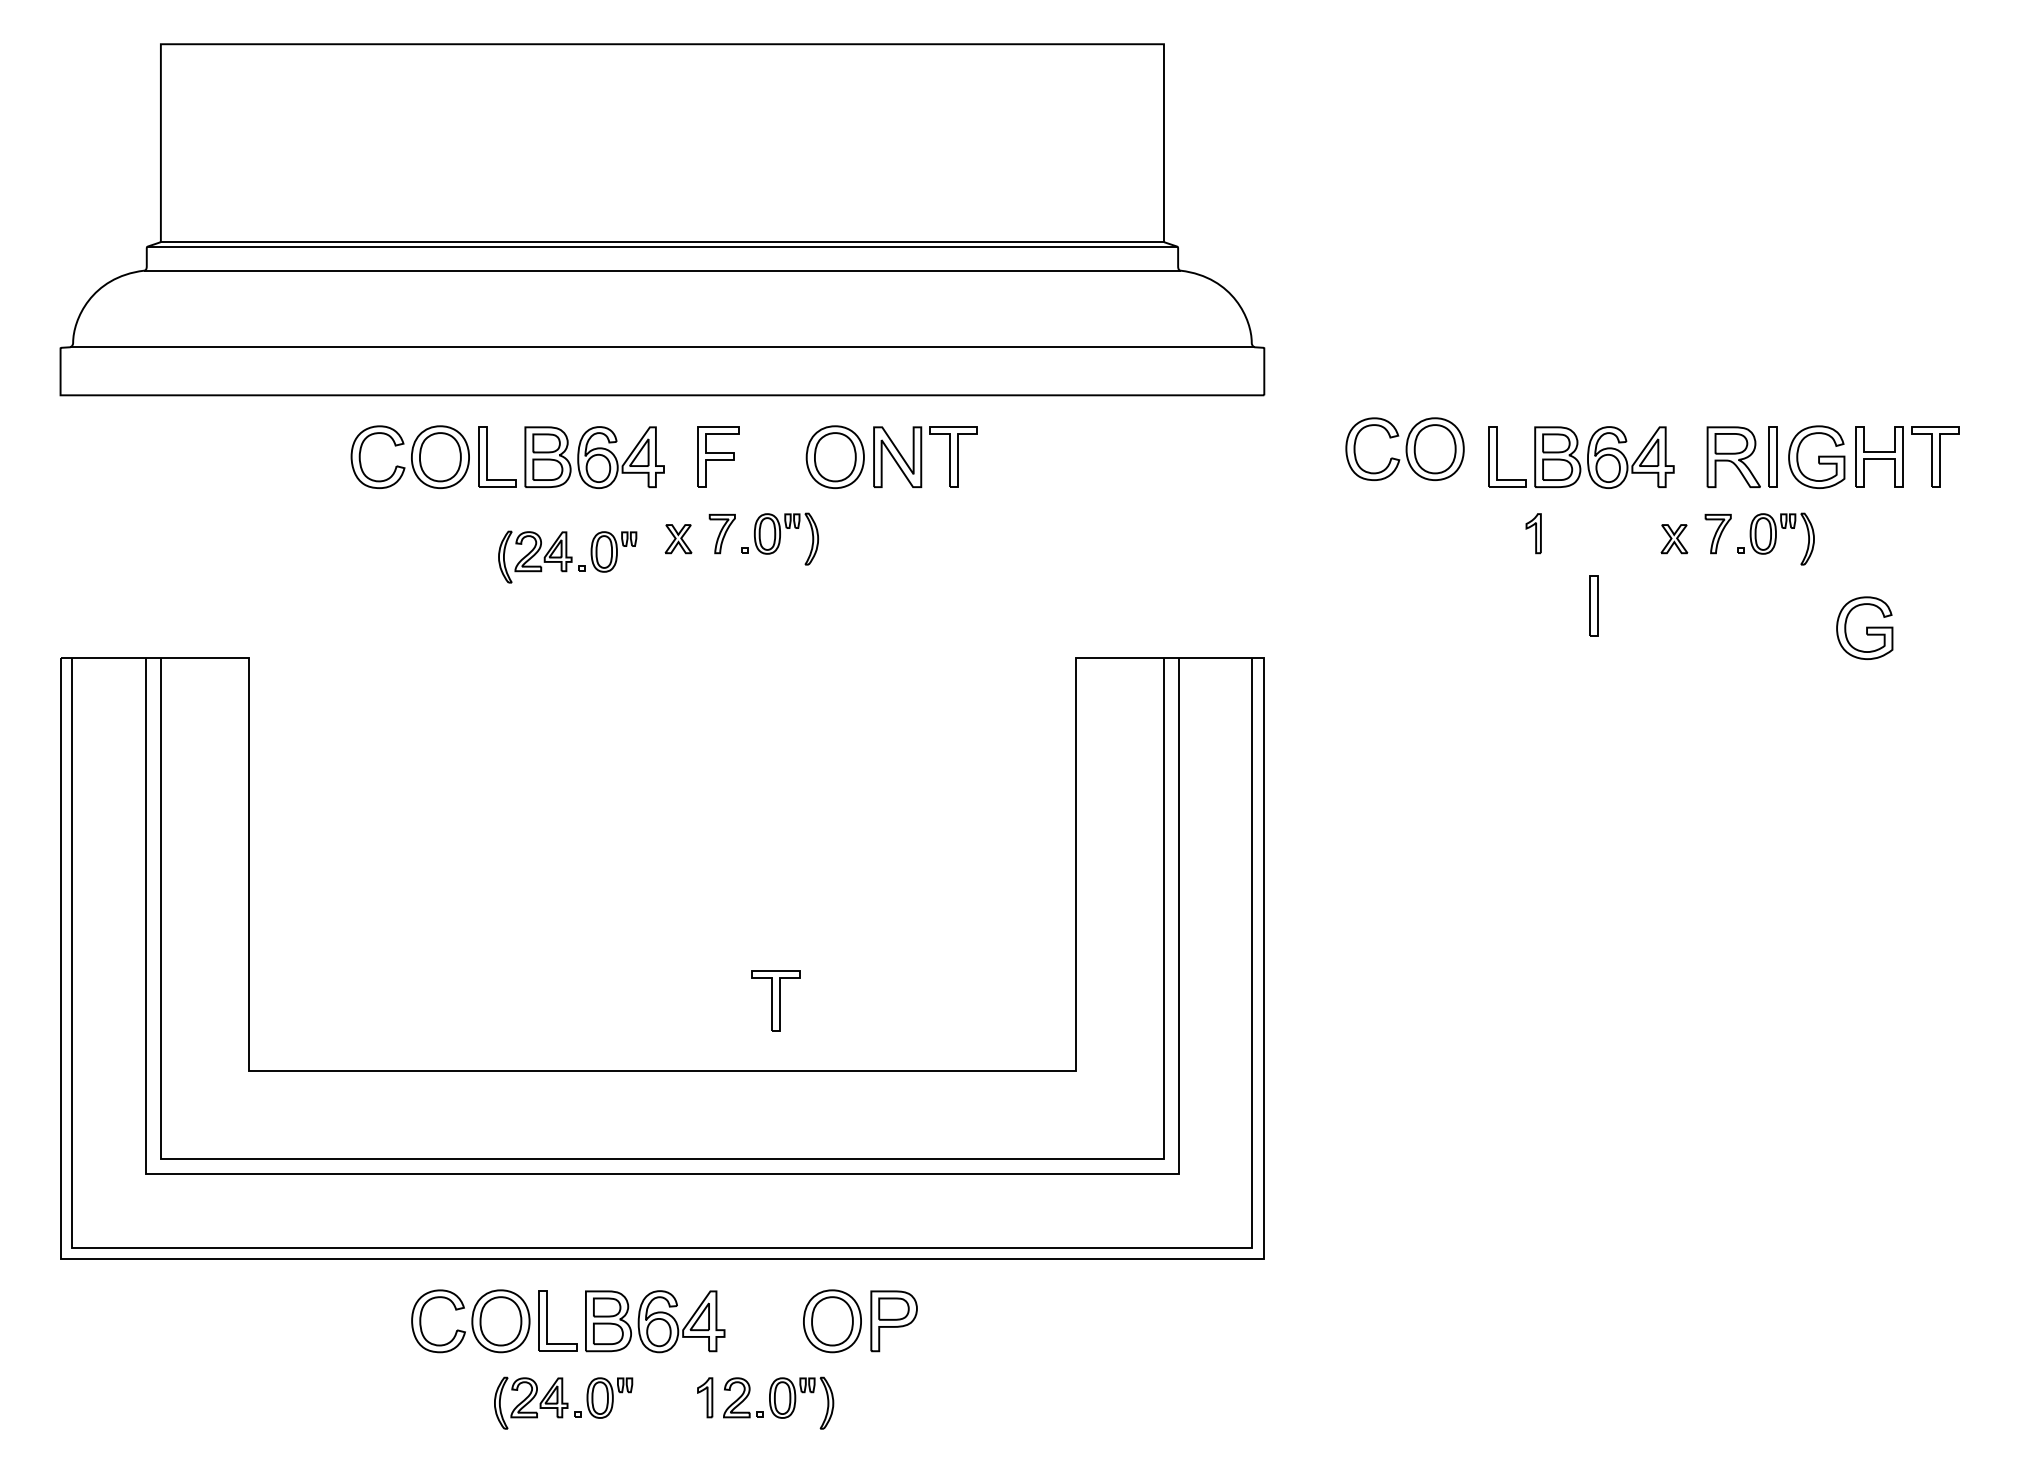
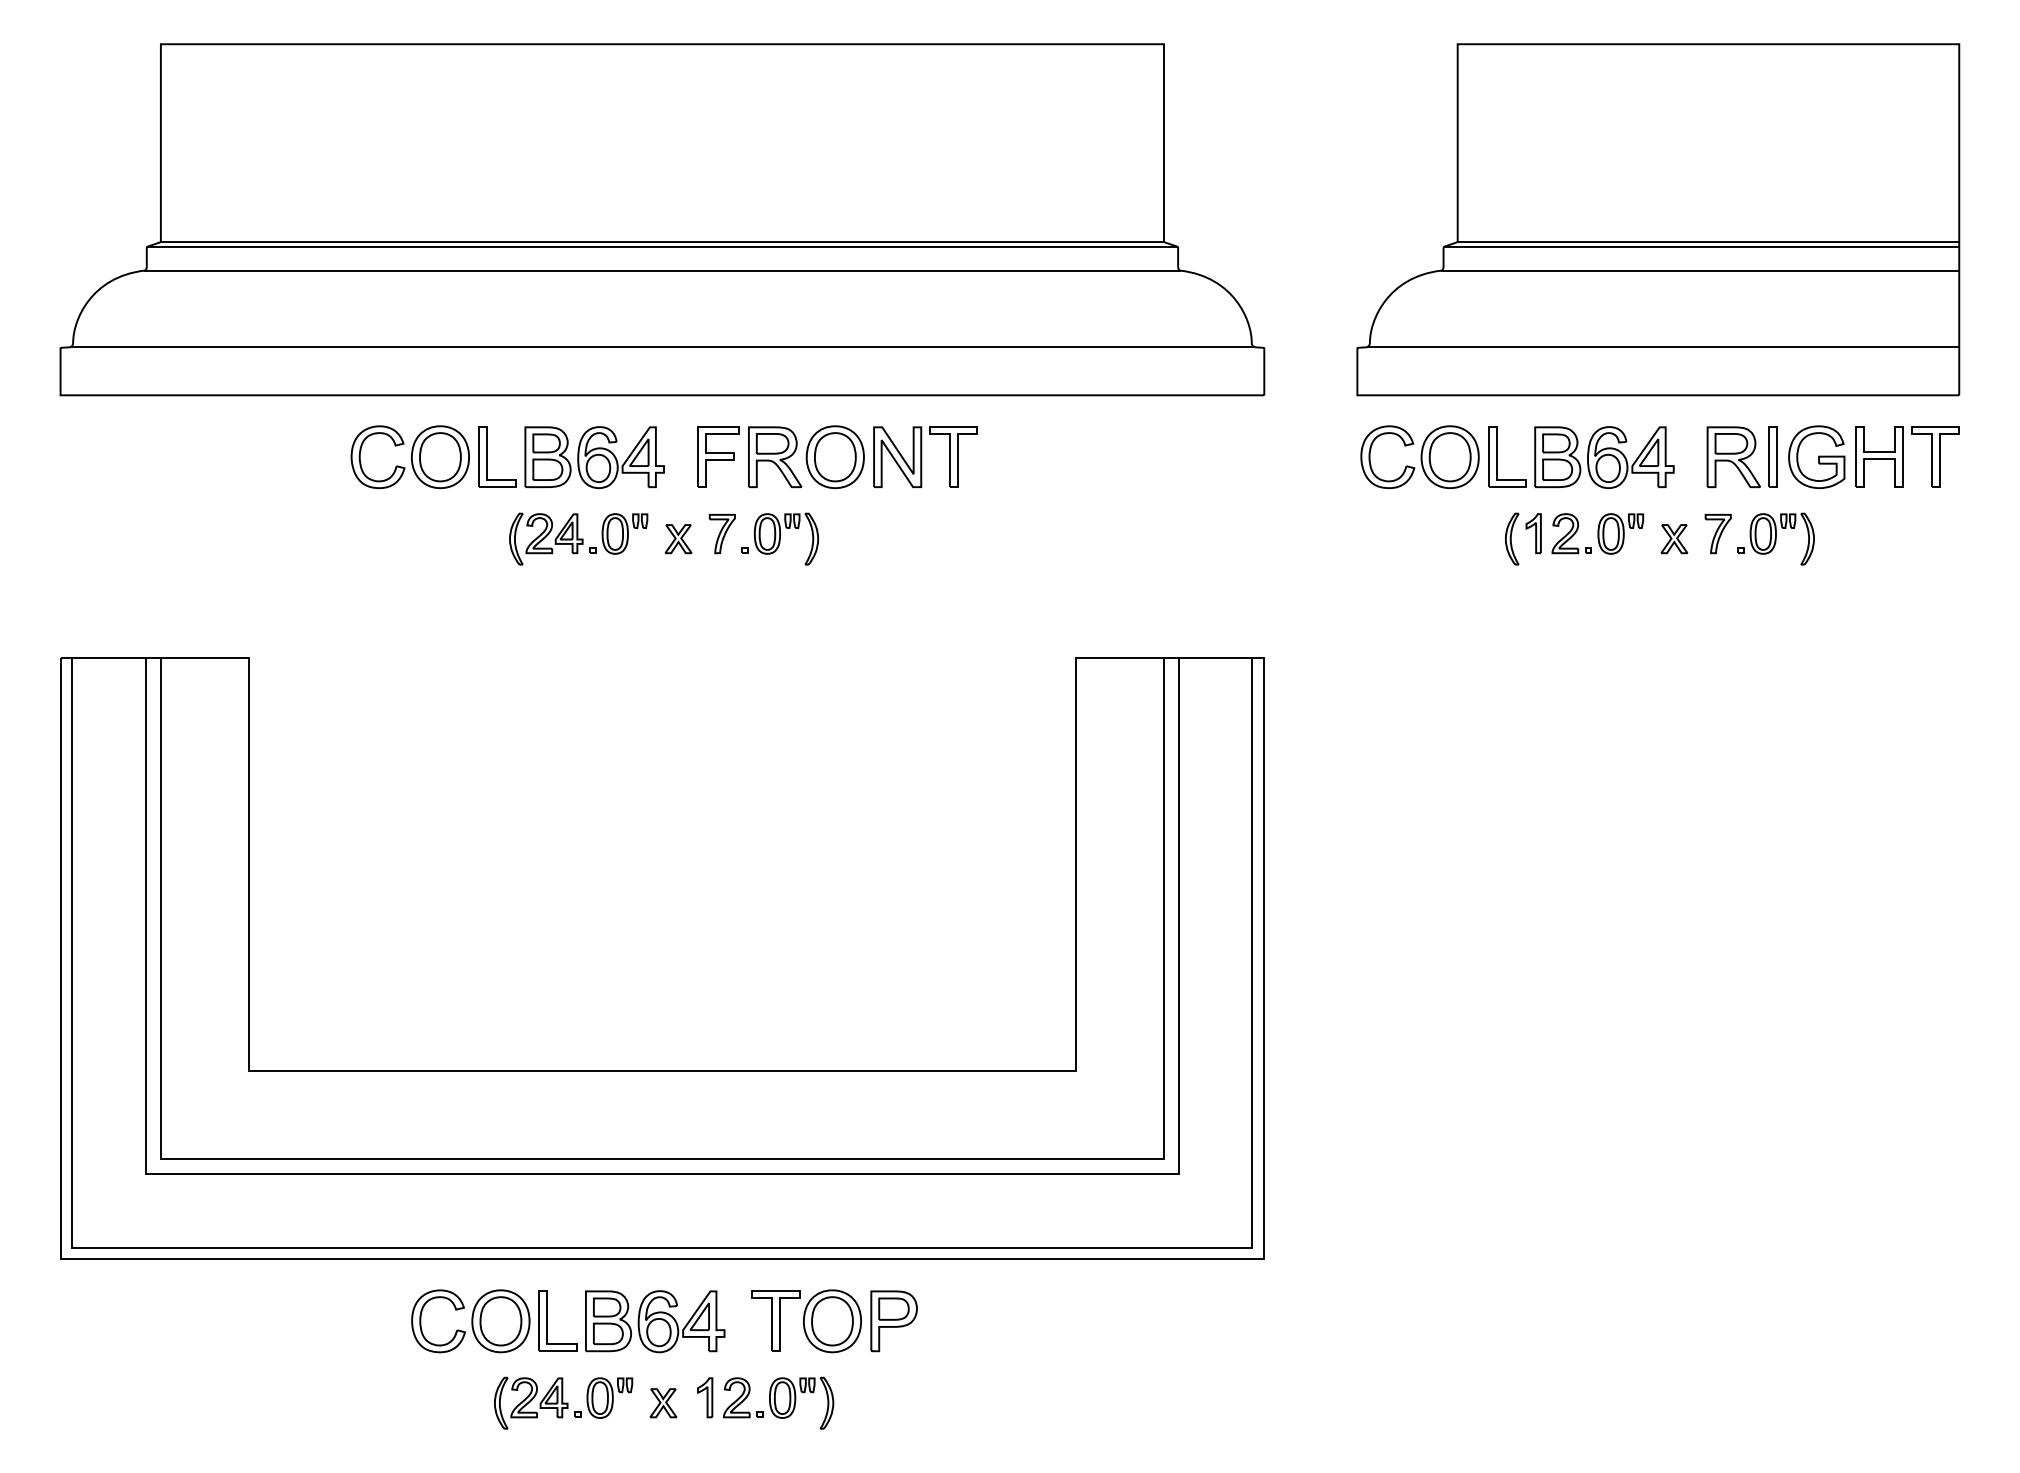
part at (1658, 219): none -> present
part at (1404, 448) position: (1404, 448) -> (1419, 456)
part at (775, 456): none -> present
part at (1597, 533): none -> present
part at (1512, 538): none -> present
part at (567, 556) position: (567, 556) -> (578, 538)
part at (1593, 605): present -> none
part at (1864, 627): present -> none
part at (775, 1000) position: (775, 1000) -> (775, 1320)
part at (663, 1403): none -> present
